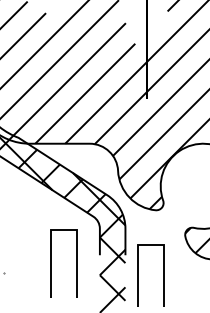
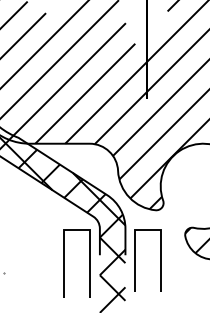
line at (51, 263) position: (51, 263) -> (64, 263)
line at (138, 275) position: (138, 275) -> (135, 260)
